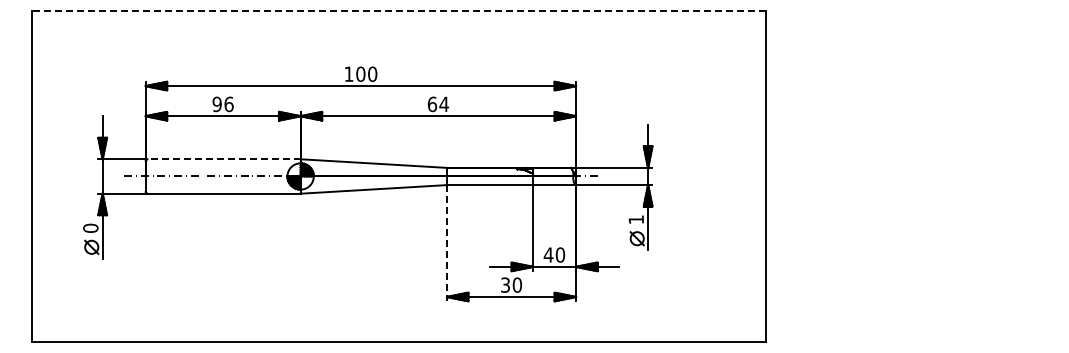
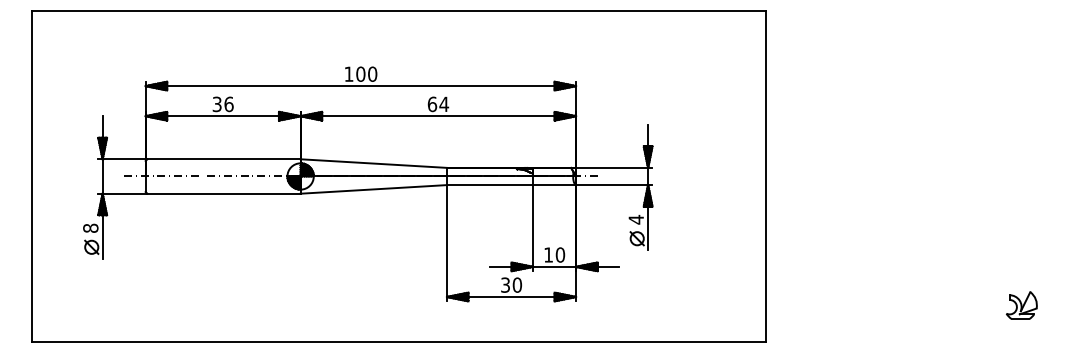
line at (398, 10): dashed -> solid
text at (216, 103): 96 -> 36
line at (224, 159): dashed -> solid
text at (635, 219): 1 -> 4
text at (90, 227): 0 -> 8
line at (446, 243): dashed -> solid
text at (548, 254): 40 -> 10
part at (1021, 305): none -> present
